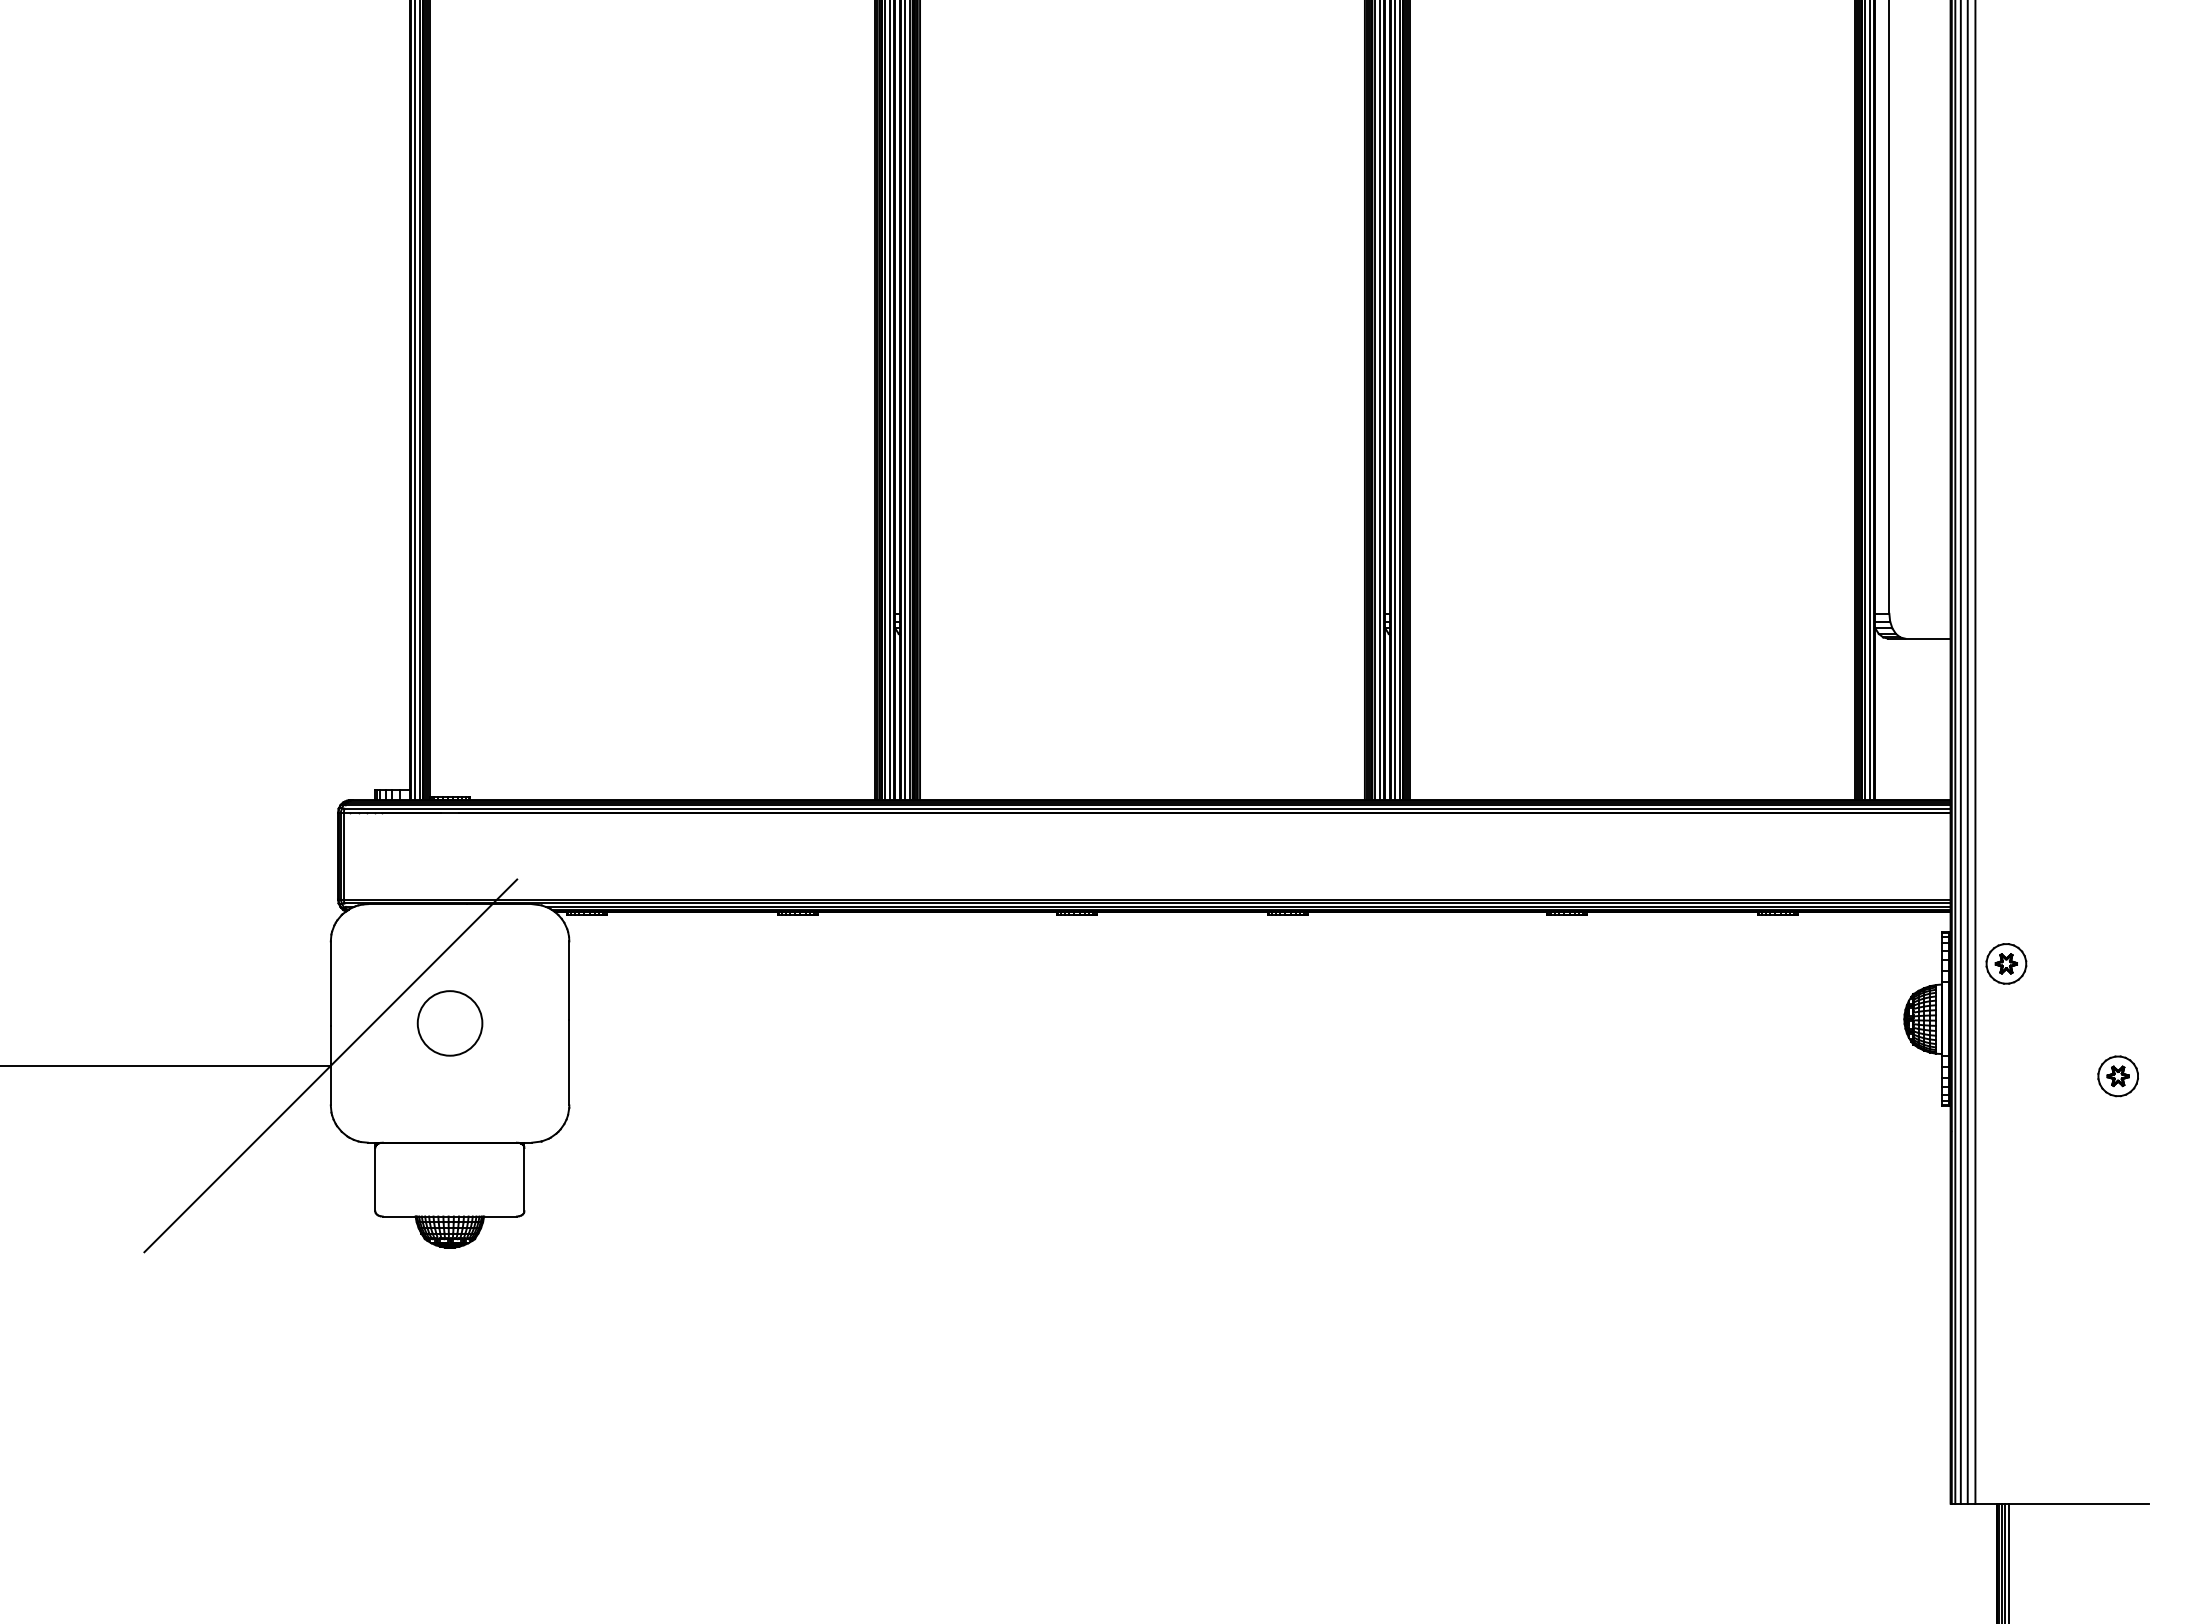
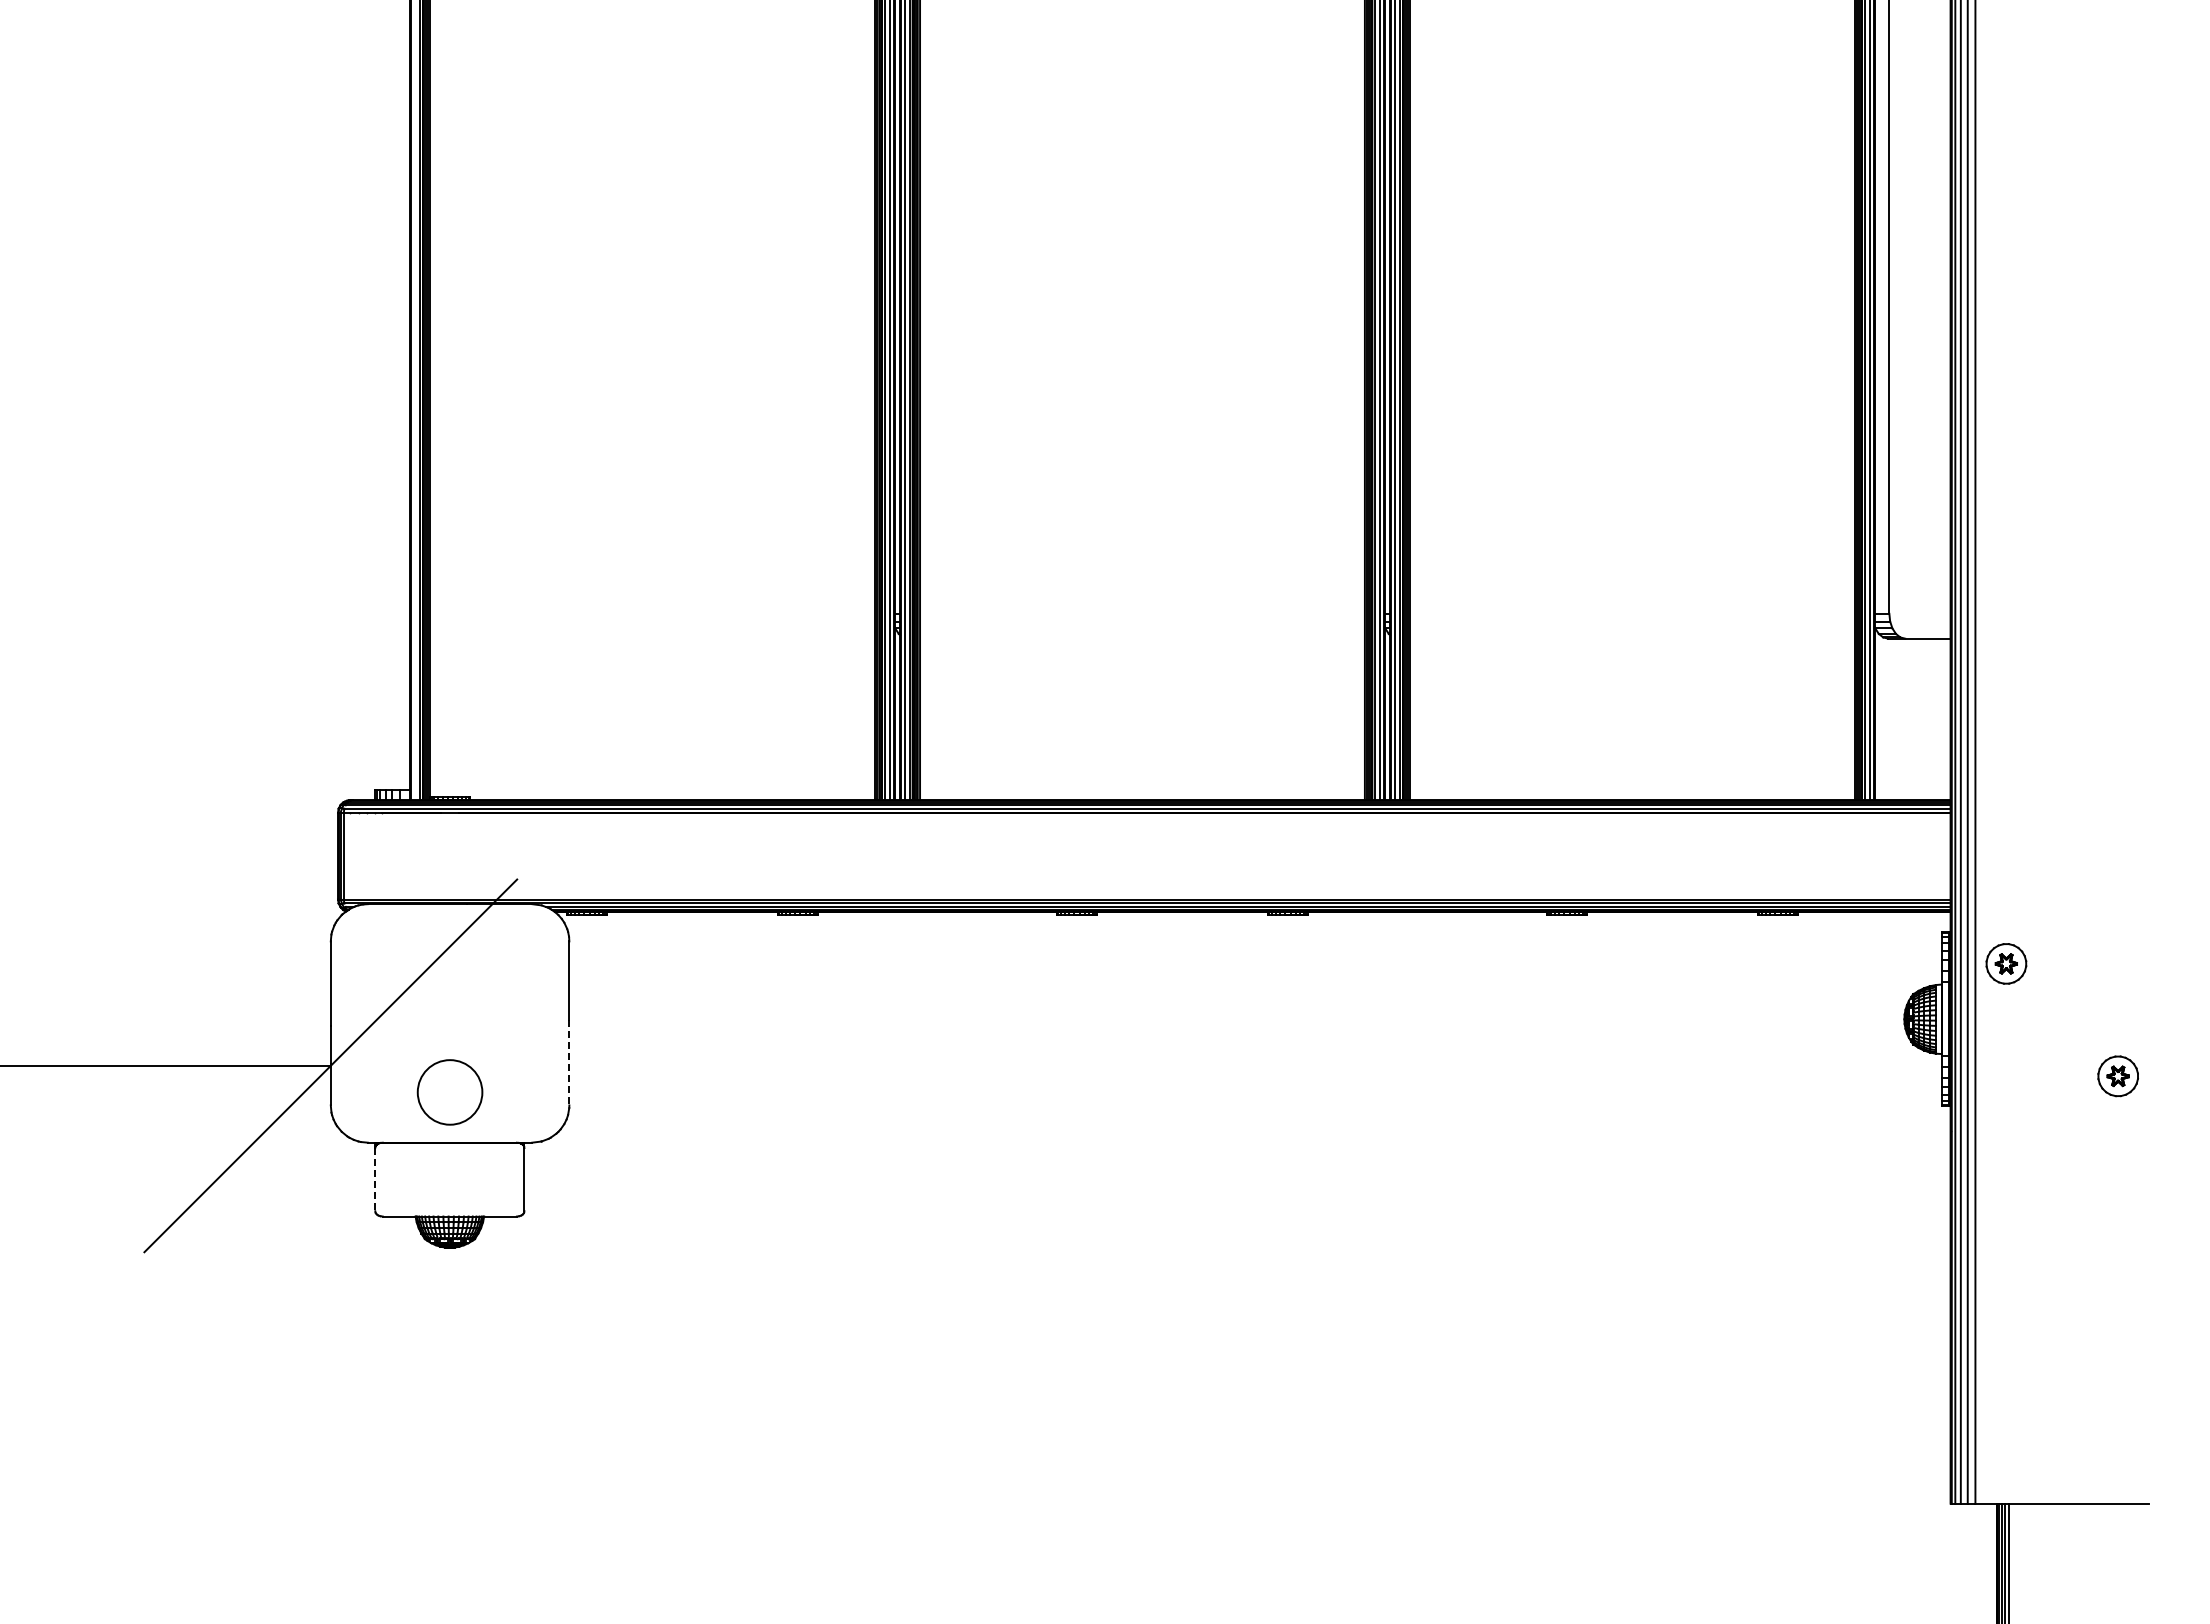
line at (414, 401): present -> none
circle at (449, 1023) position: (449, 1023) -> (449, 1092)
line at (569, 1062): solid -> dashed
line at (375, 1179): solid -> dashed
